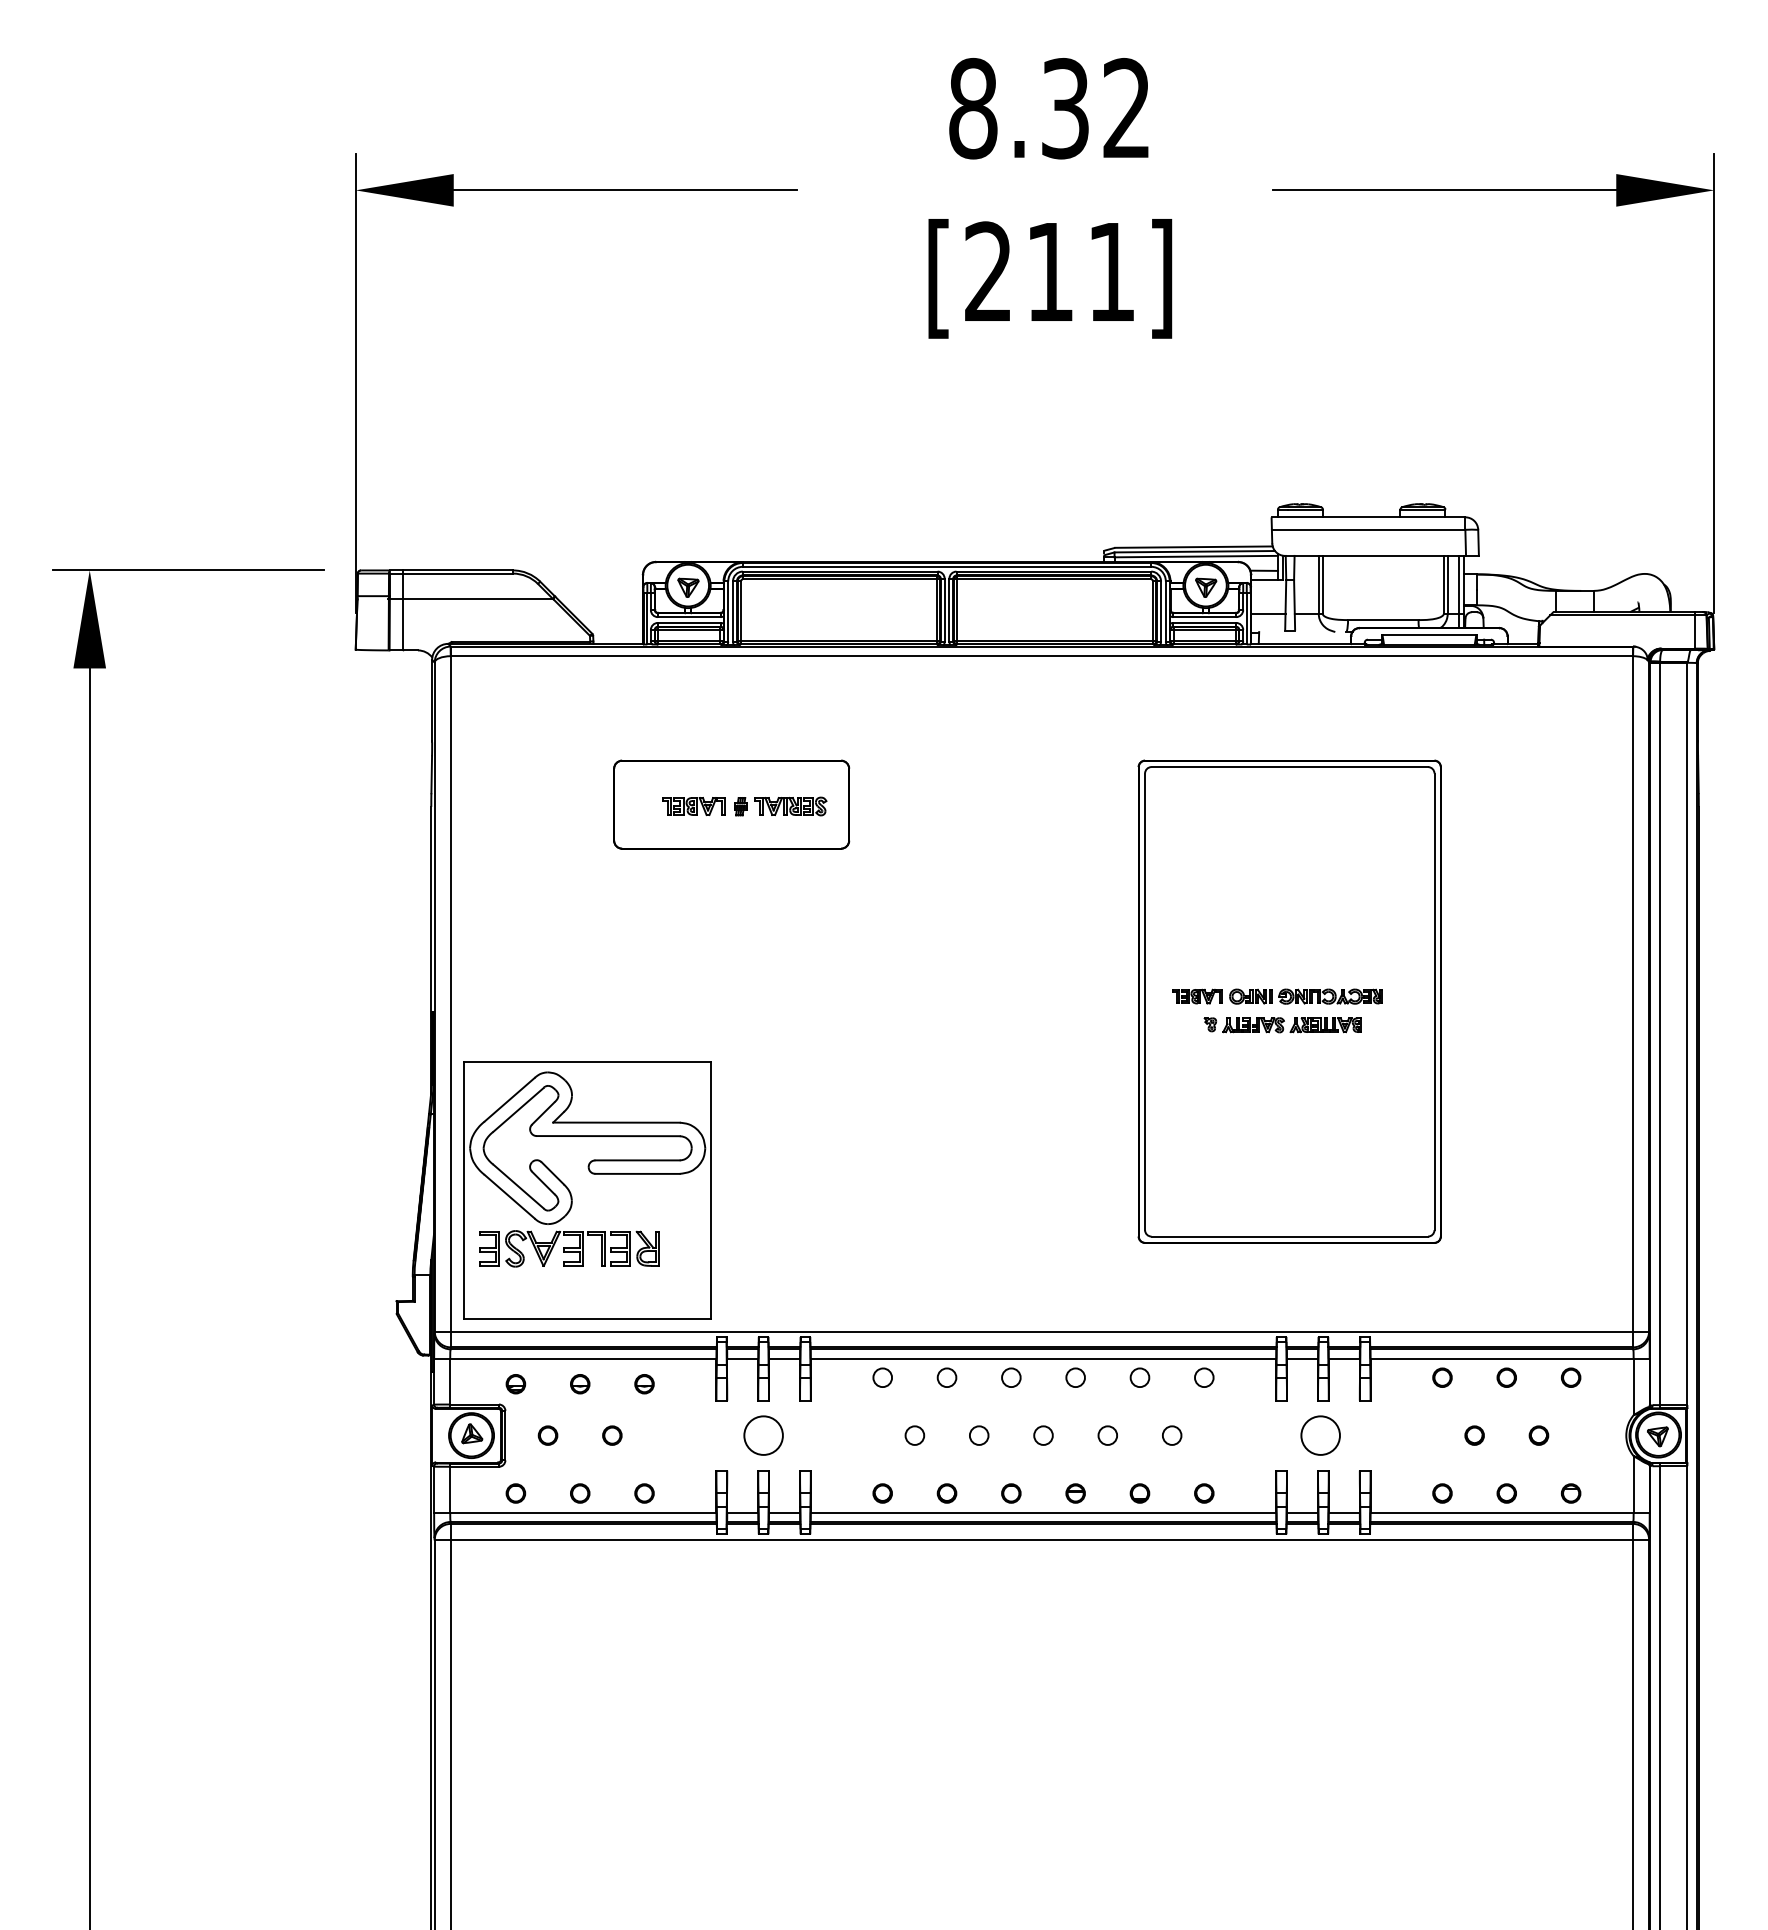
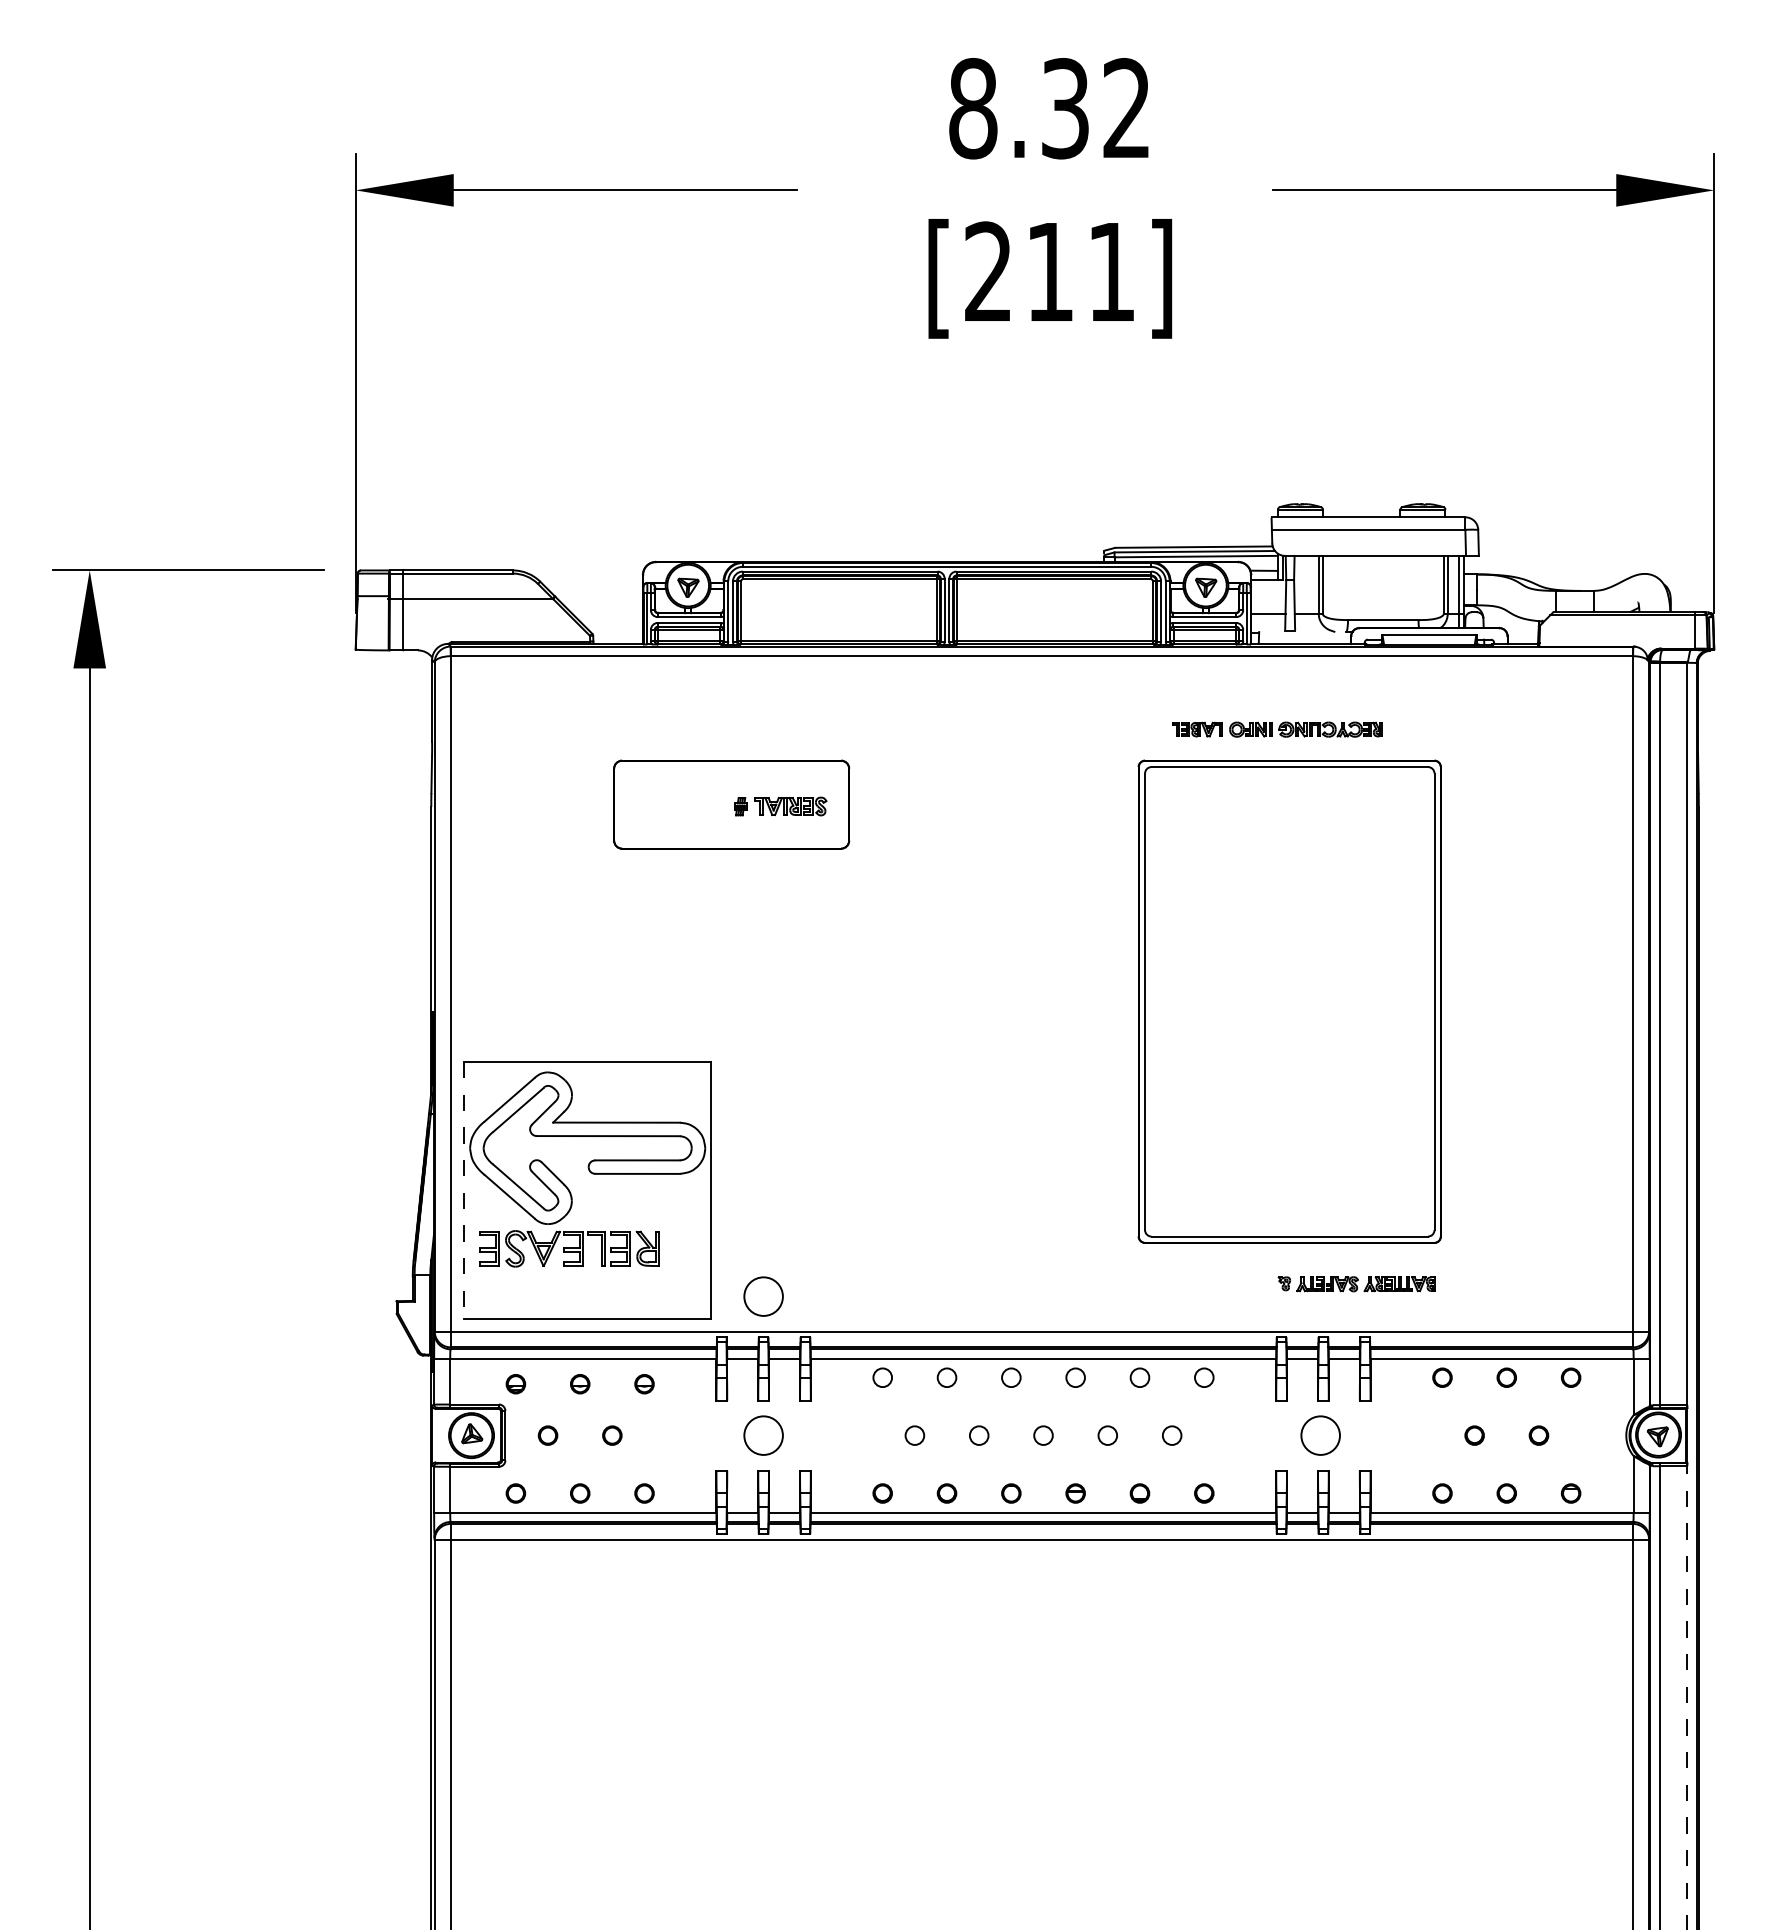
part at (693, 806): present -> none
part at (1277, 996) position: (1277, 996) -> (1277, 729)
part at (1282, 1025) position: (1282, 1025) -> (1356, 1284)
line at (463, 1190): solid -> dashed
circle at (763, 1296): none -> present
line at (1687, 1698): solid -> dashed
